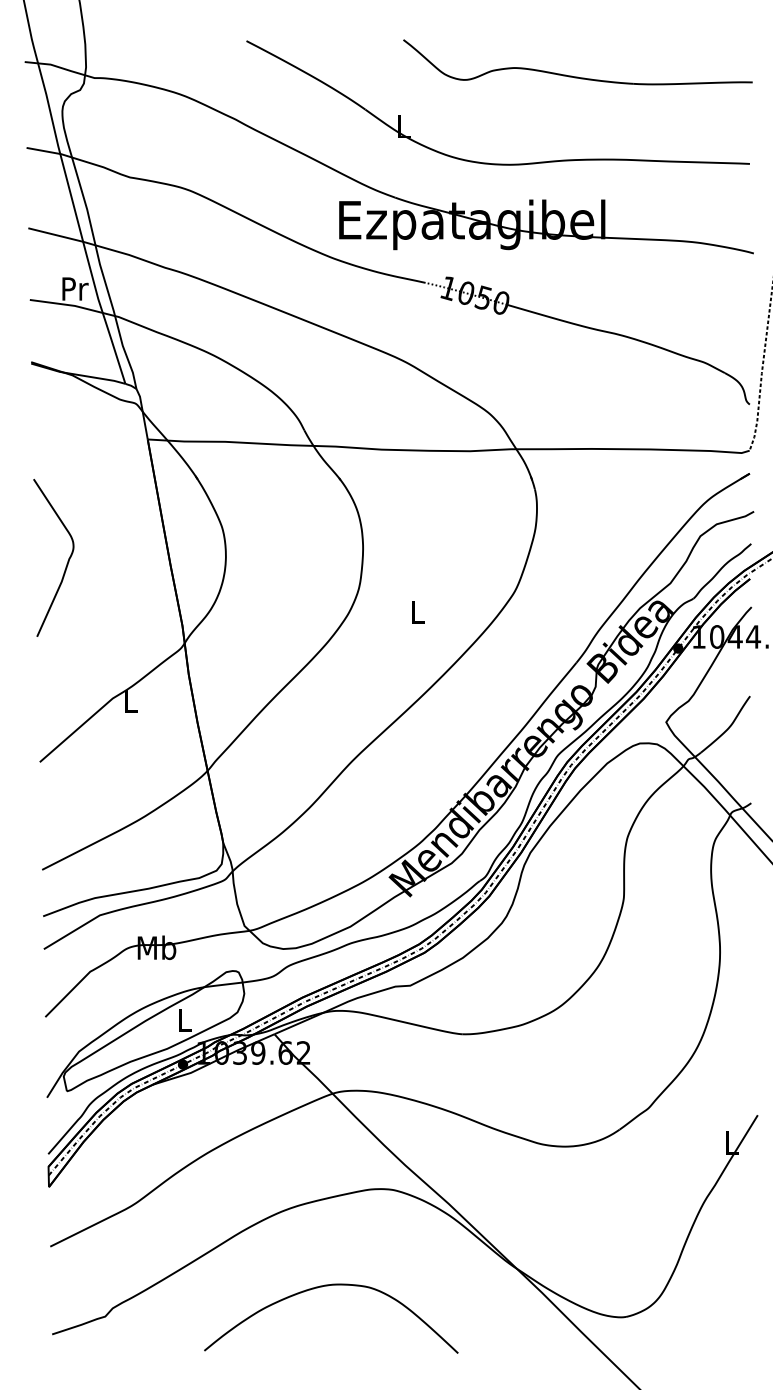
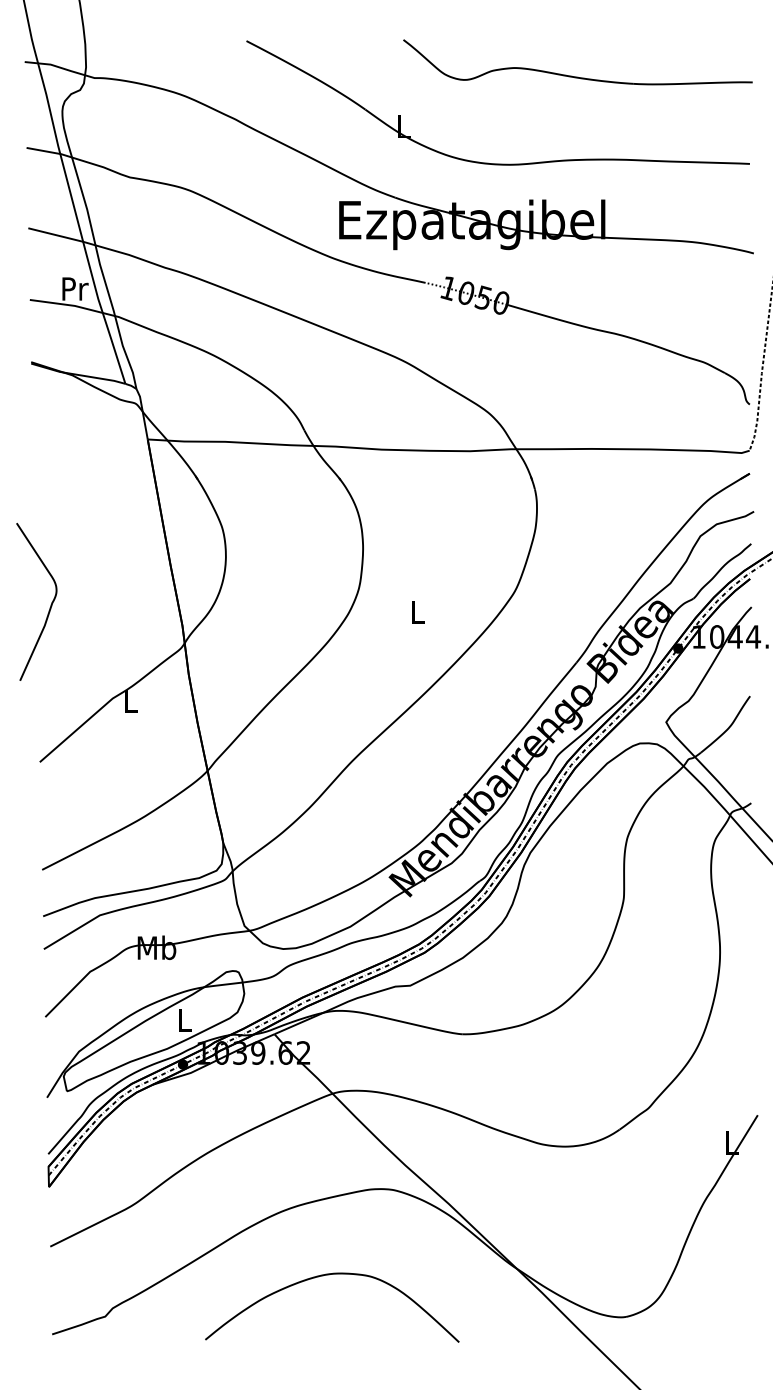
curve at (67, 560) position: (67, 560) -> (50, 604)
curve at (328, 1286) position: (328, 1286) -> (329, 1275)
